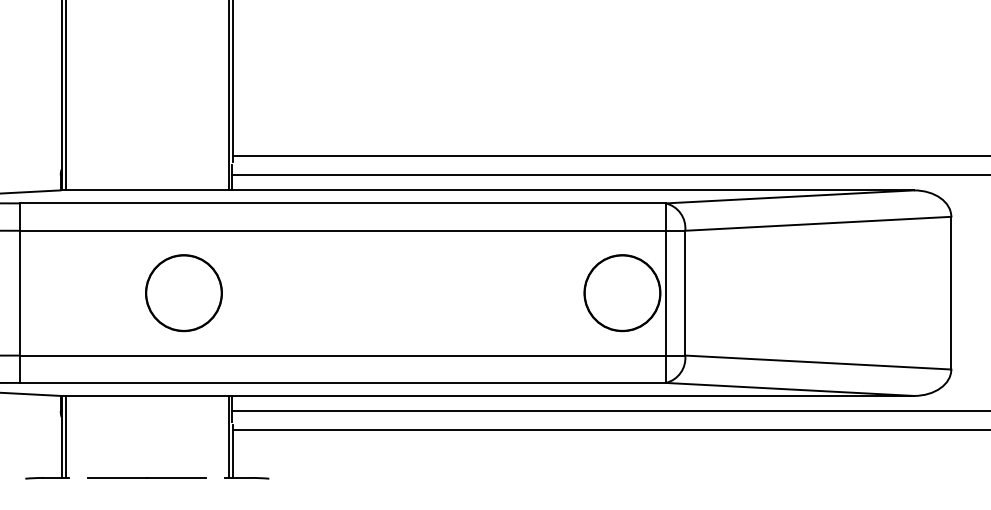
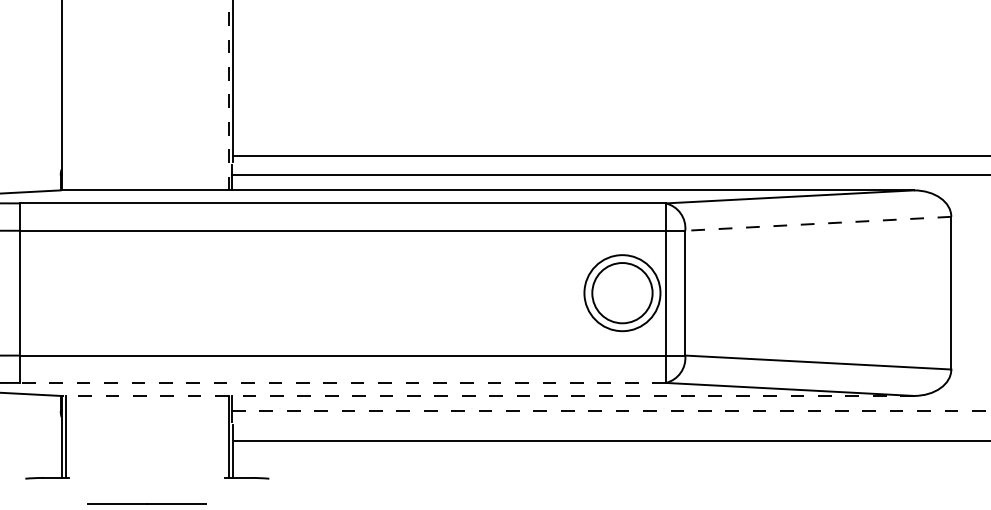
line at (228, 95): solid -> dashed
line at (65, 96): present -> none
line at (817, 223): solid -> dashed
circle at (622, 292) diameter: 75 px -> 60 px
circle at (183, 293): present -> none
line at (342, 382): solid -> dashed
line at (487, 395): solid -> dashed
line at (611, 411): solid -> dashed
line at (609, 430) position: (609, 430) -> (609, 441)
line at (146, 477) position: (146, 477) -> (146, 503)
